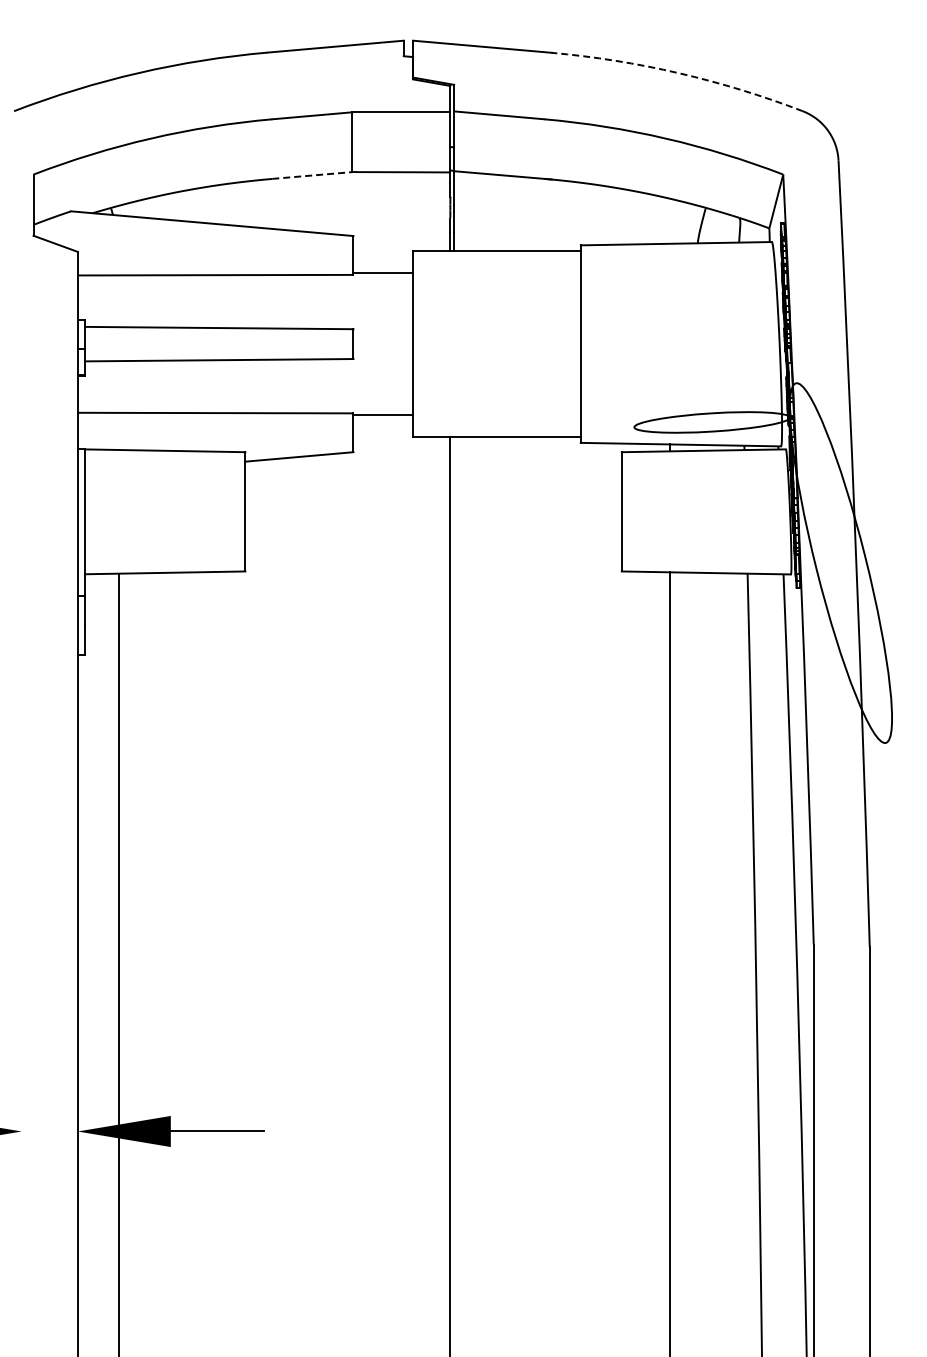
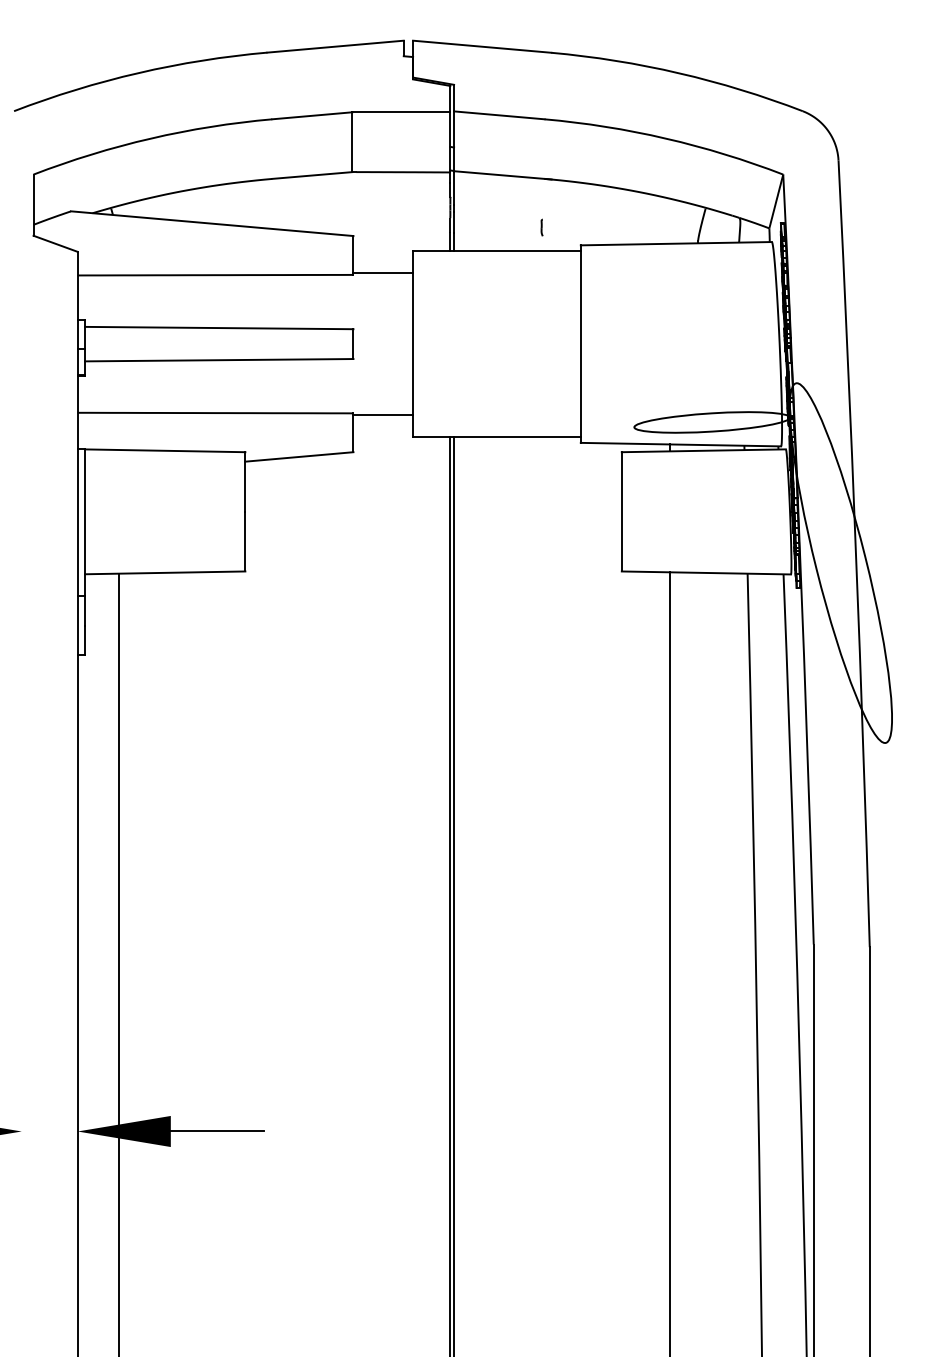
arc at (679, 73): dashed -> solid
line at (312, 175): dashed -> solid
line at (541, 227): none -> present
line at (454, 895): none -> present
